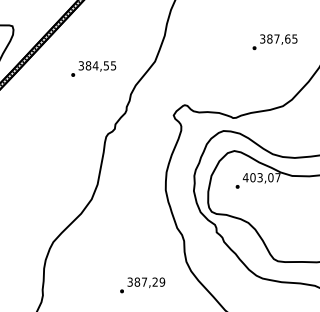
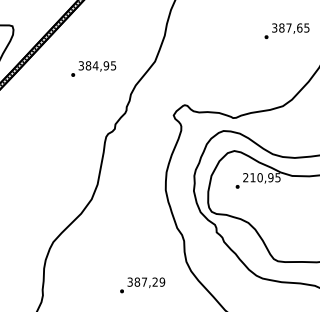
text at (274, 42) position: (274, 42) -> (286, 31)
text at (106, 65): 384,55 -> 384,95
text at (261, 177): 403,07 -> 210,95
